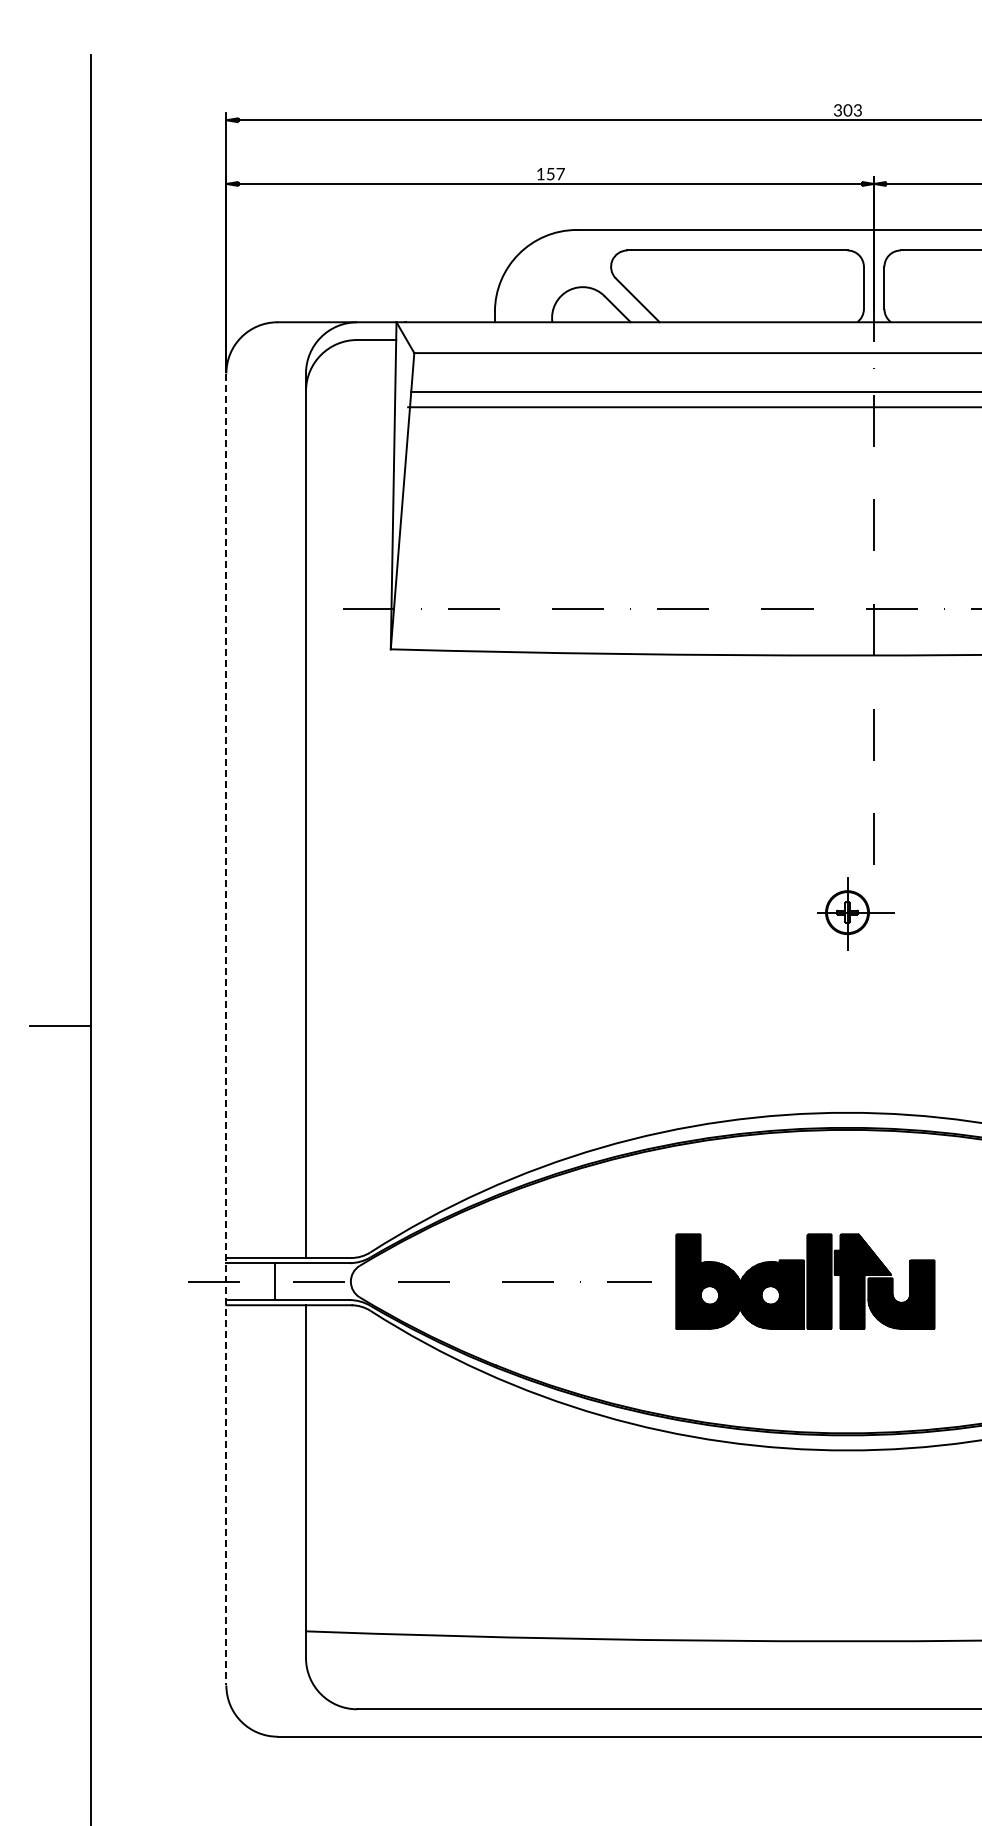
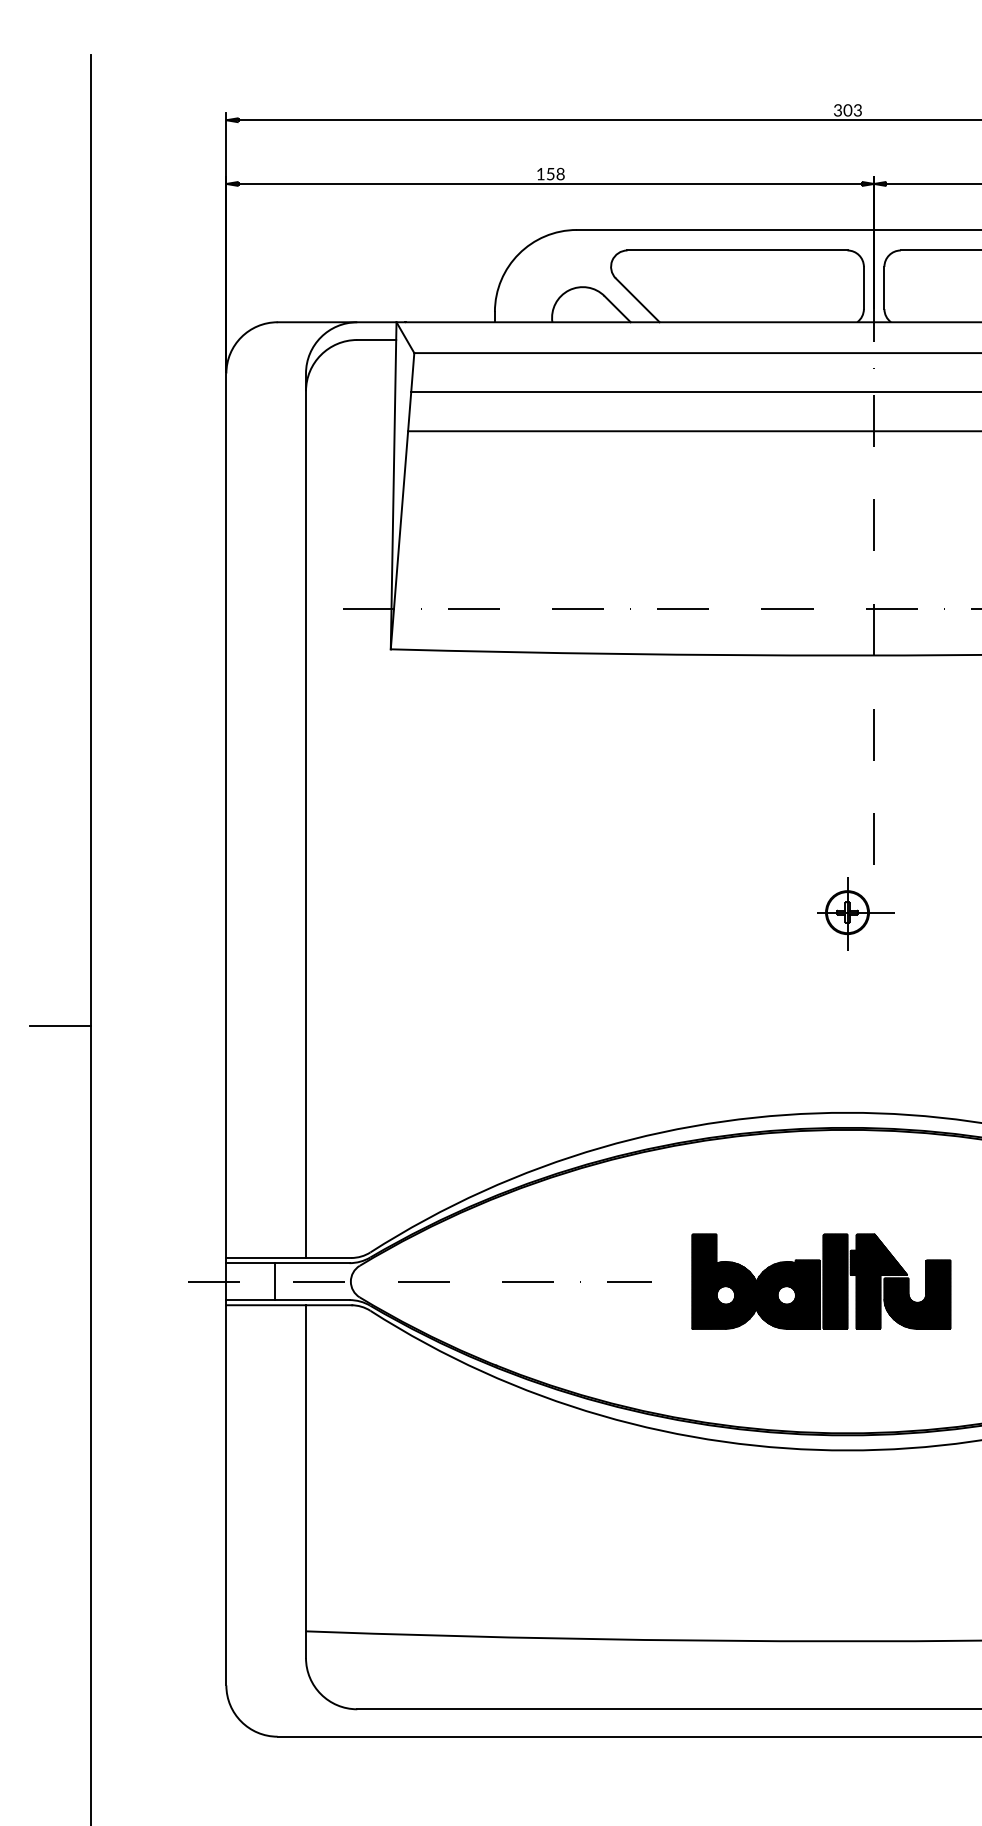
text at (560, 173): 157 -> 158
line at (693, 407) position: (693, 407) -> (693, 431)
line at (226, 1029): dashed -> solid
part at (805, 1281) position: (805, 1281) -> (821, 1281)
